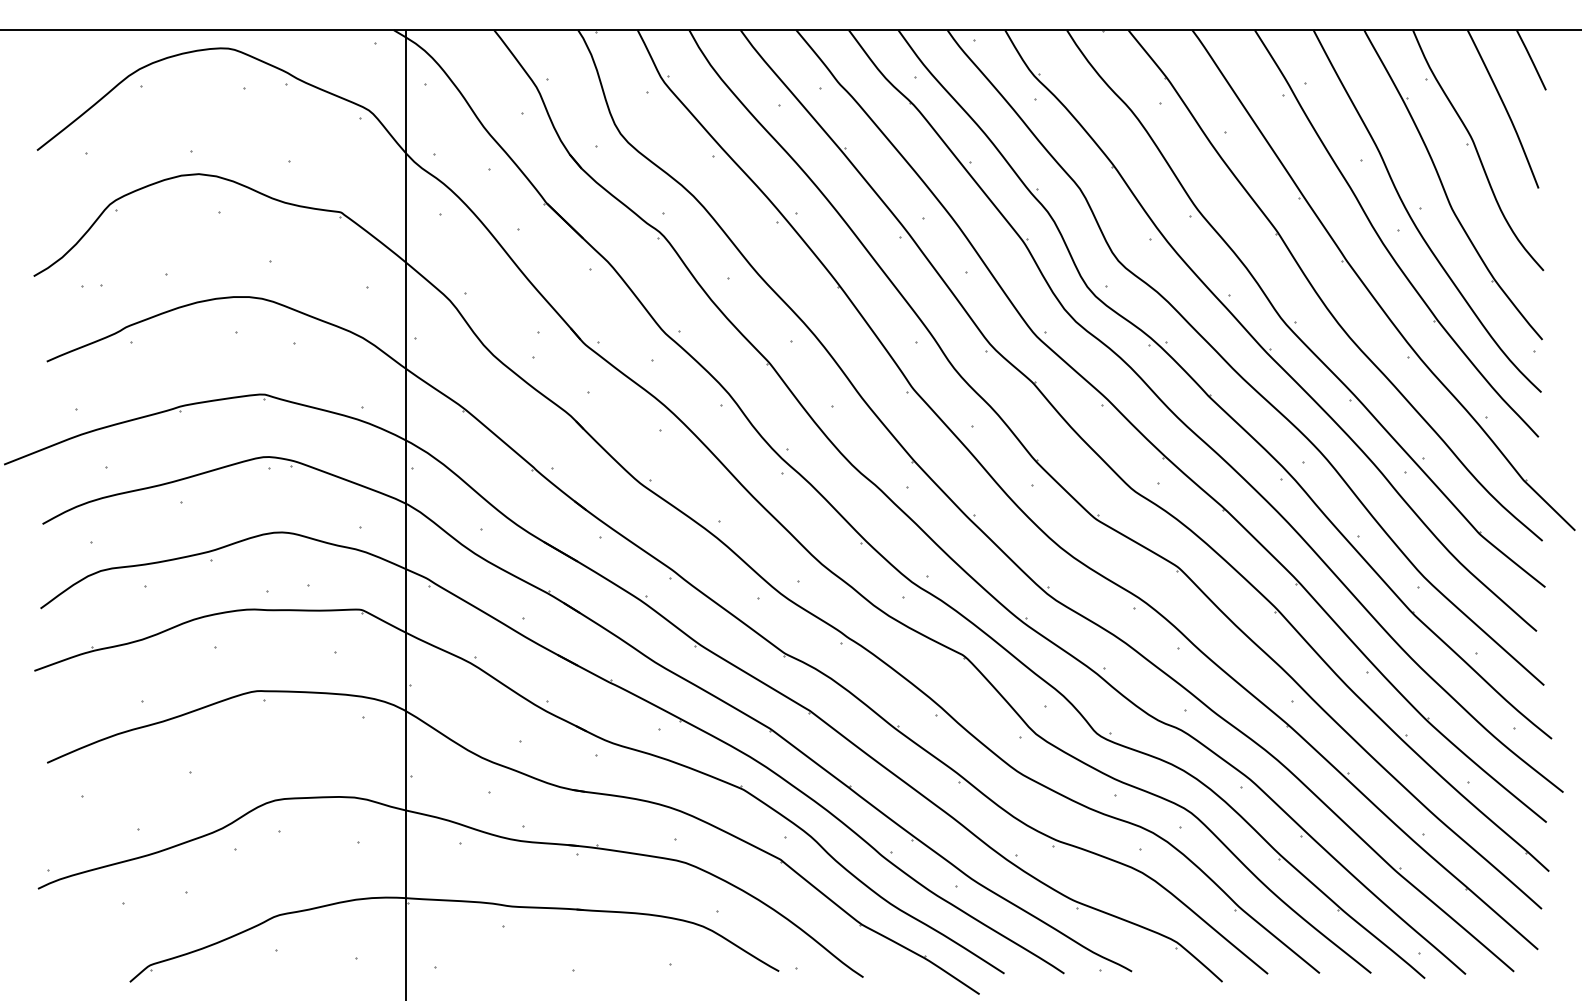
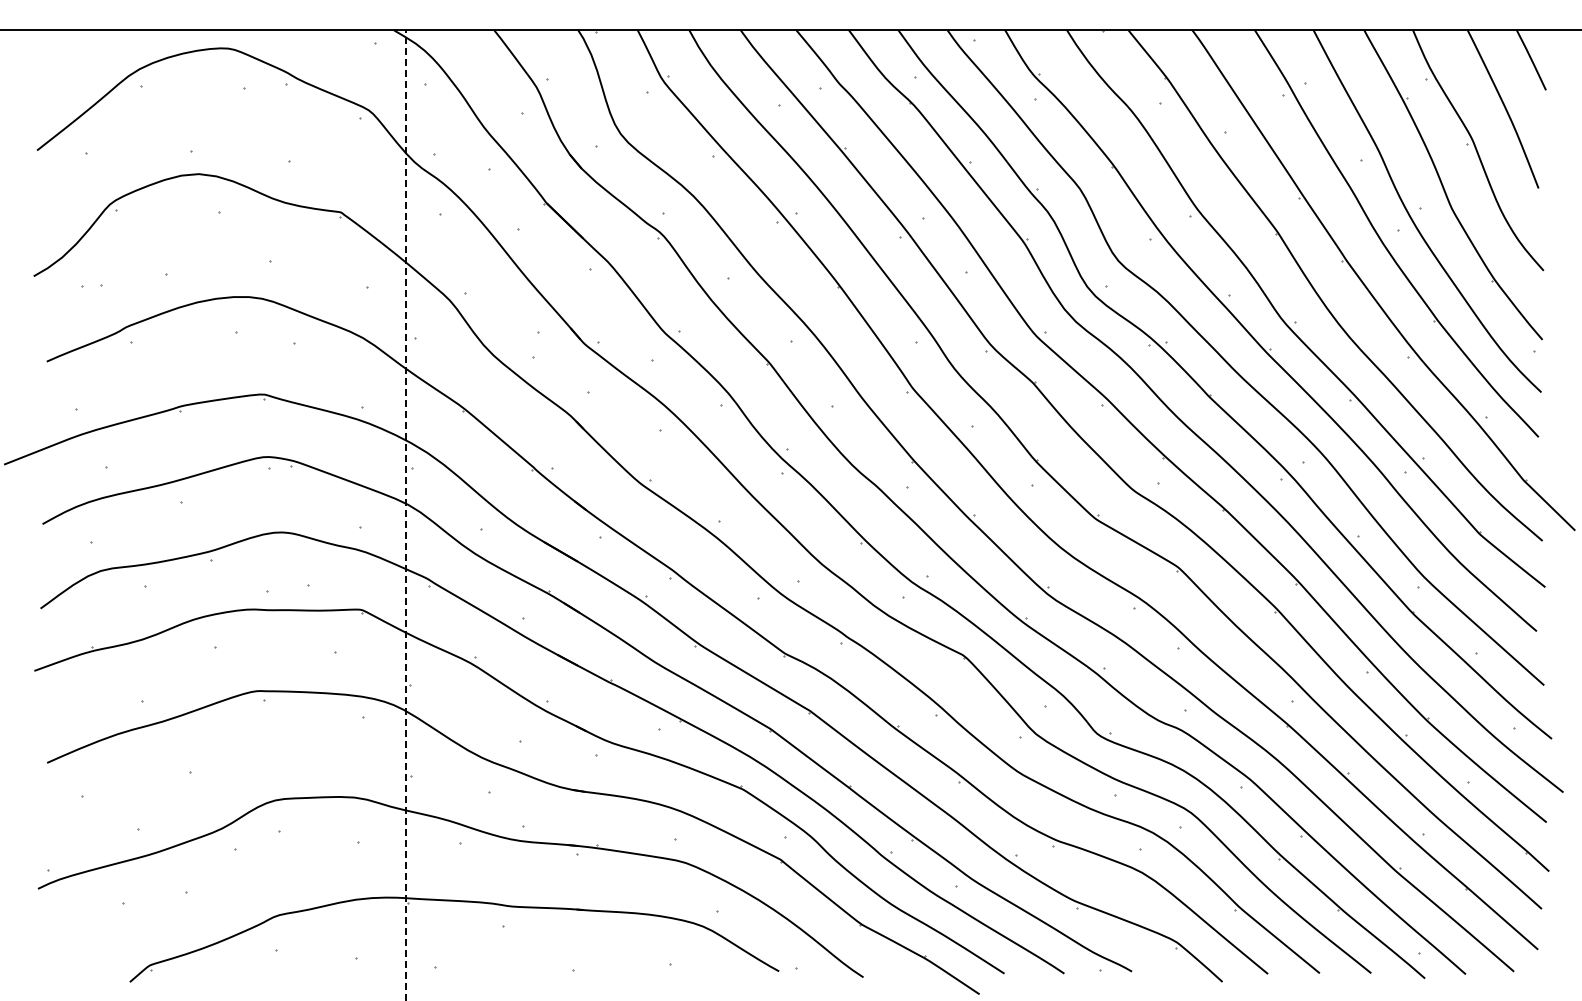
line at (406, 515): solid -> dashed
